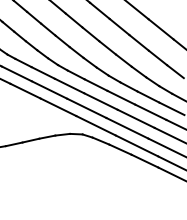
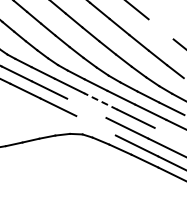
line at (160, 29): present -> none
line at (100, 101): solid -> dashed
line at (86, 108): present -> none
line at (95, 125): present -> none
line at (168, 134): present -> none
